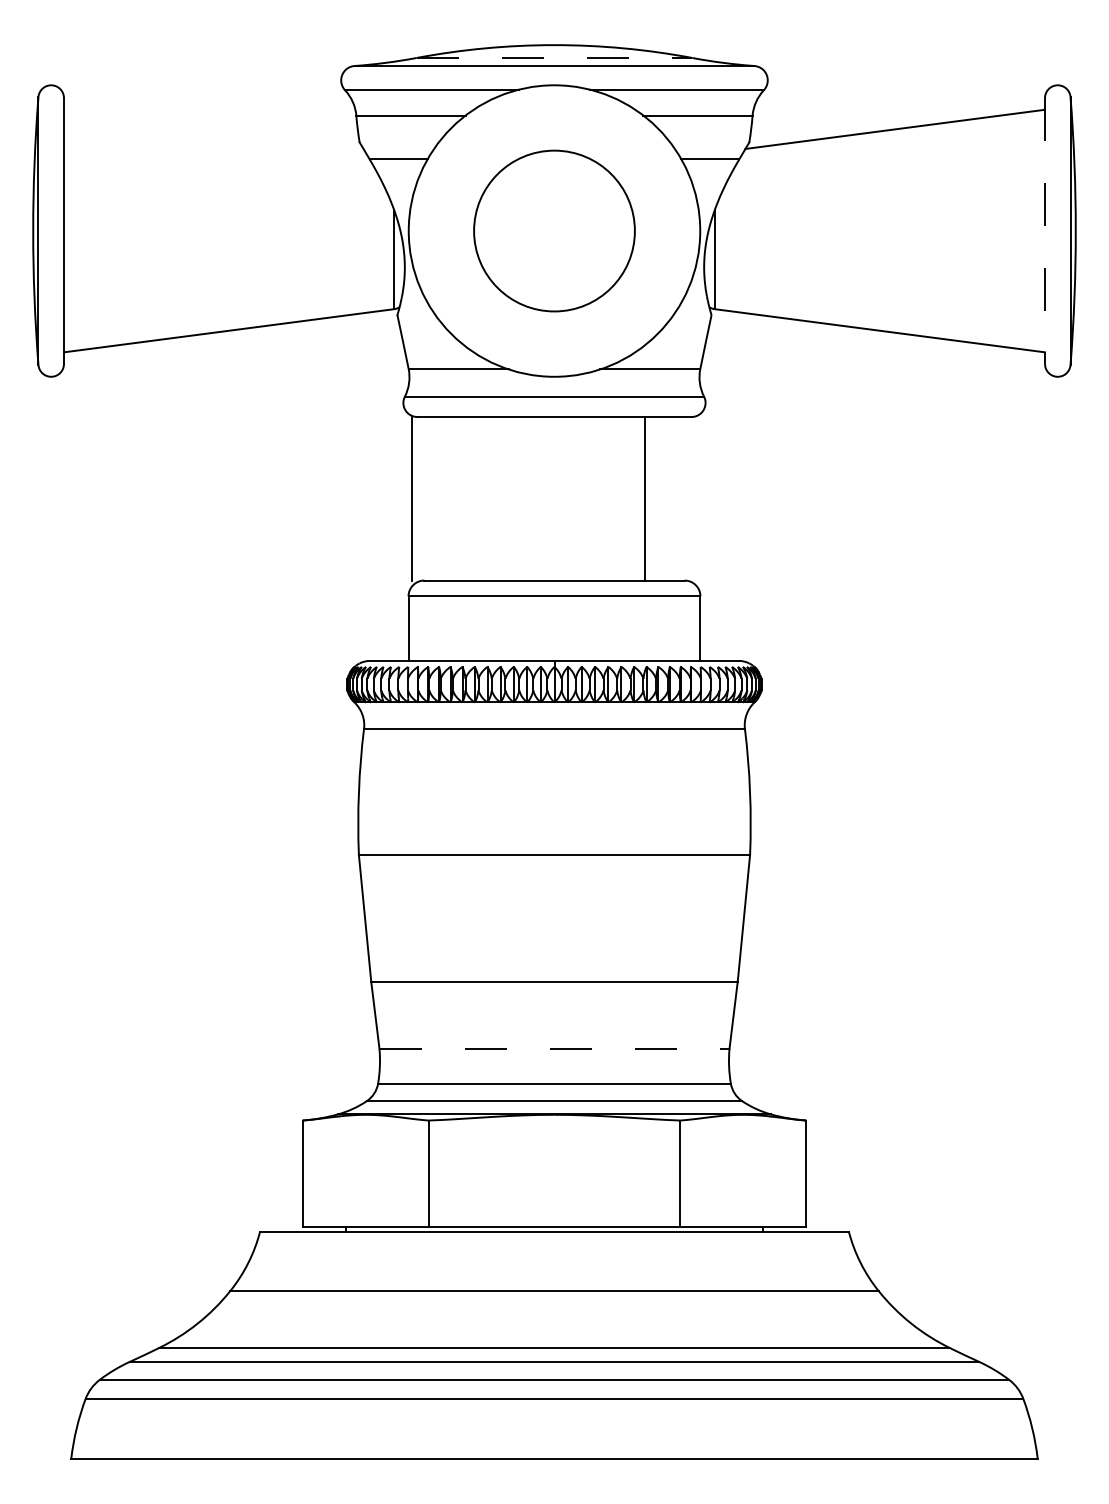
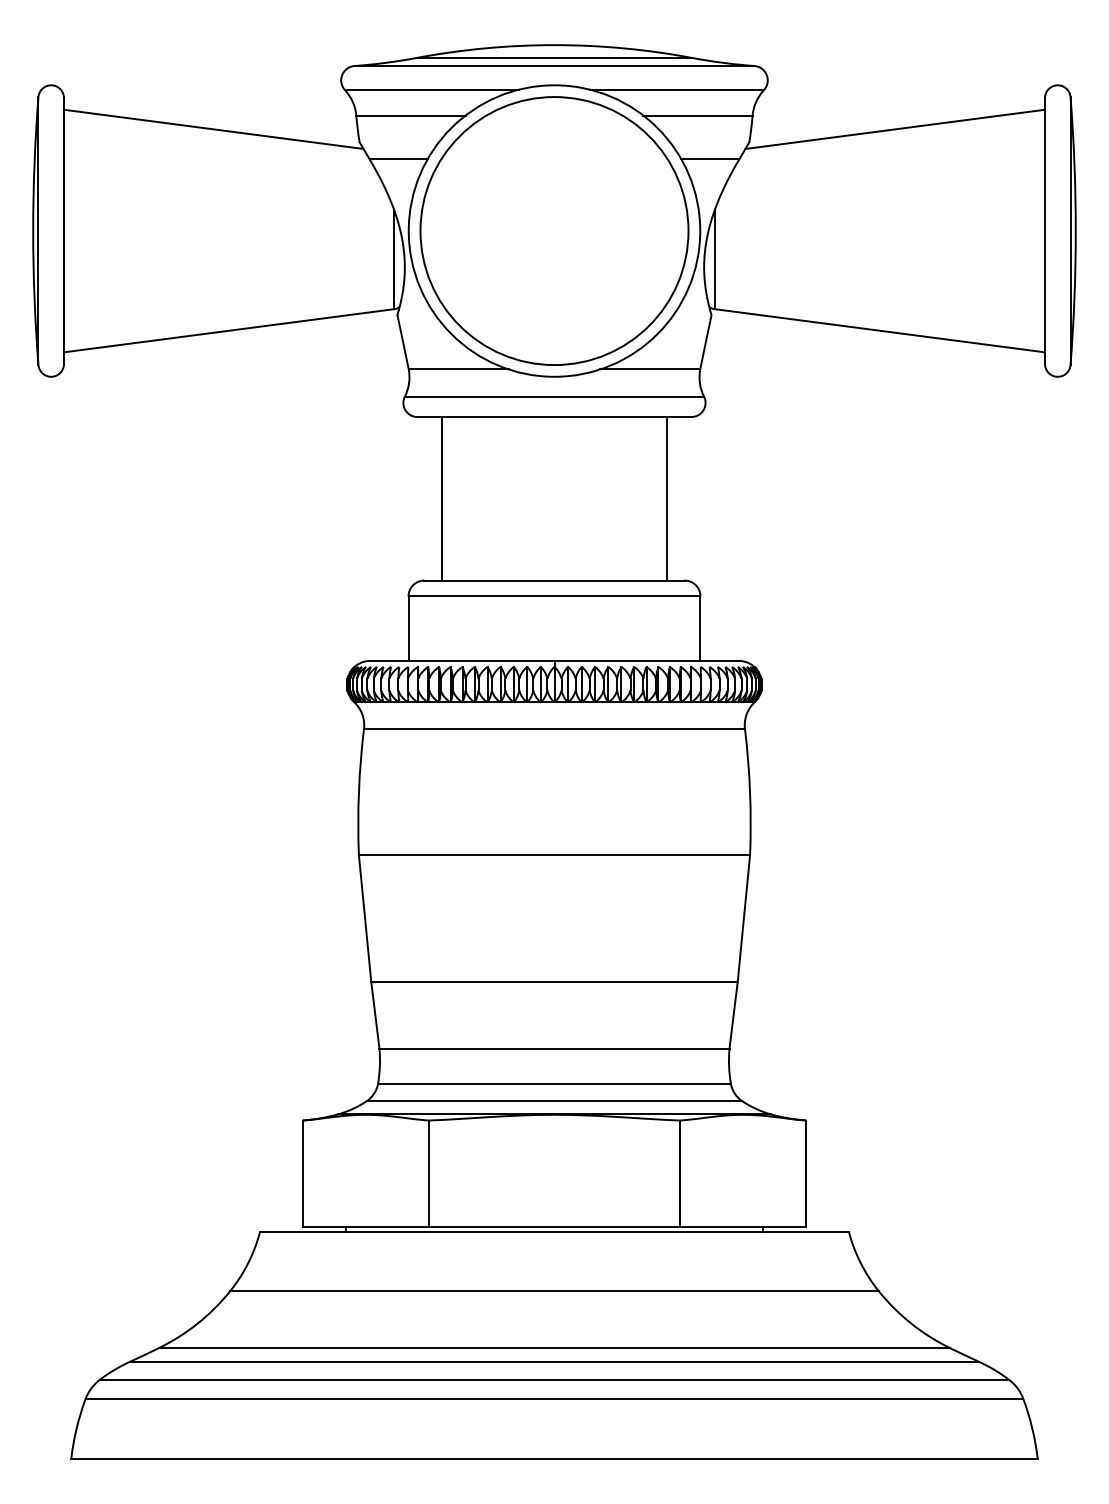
line at (554, 57): dashed -> solid
line at (213, 128): none -> present
circle at (554, 230) diameter: 161 px -> 268 px
line at (1045, 231): dashed -> solid
line at (411, 498) position: (411, 498) -> (441, 498)
line at (645, 498) position: (645, 498) -> (667, 498)
line at (555, 1048): dashed -> solid
